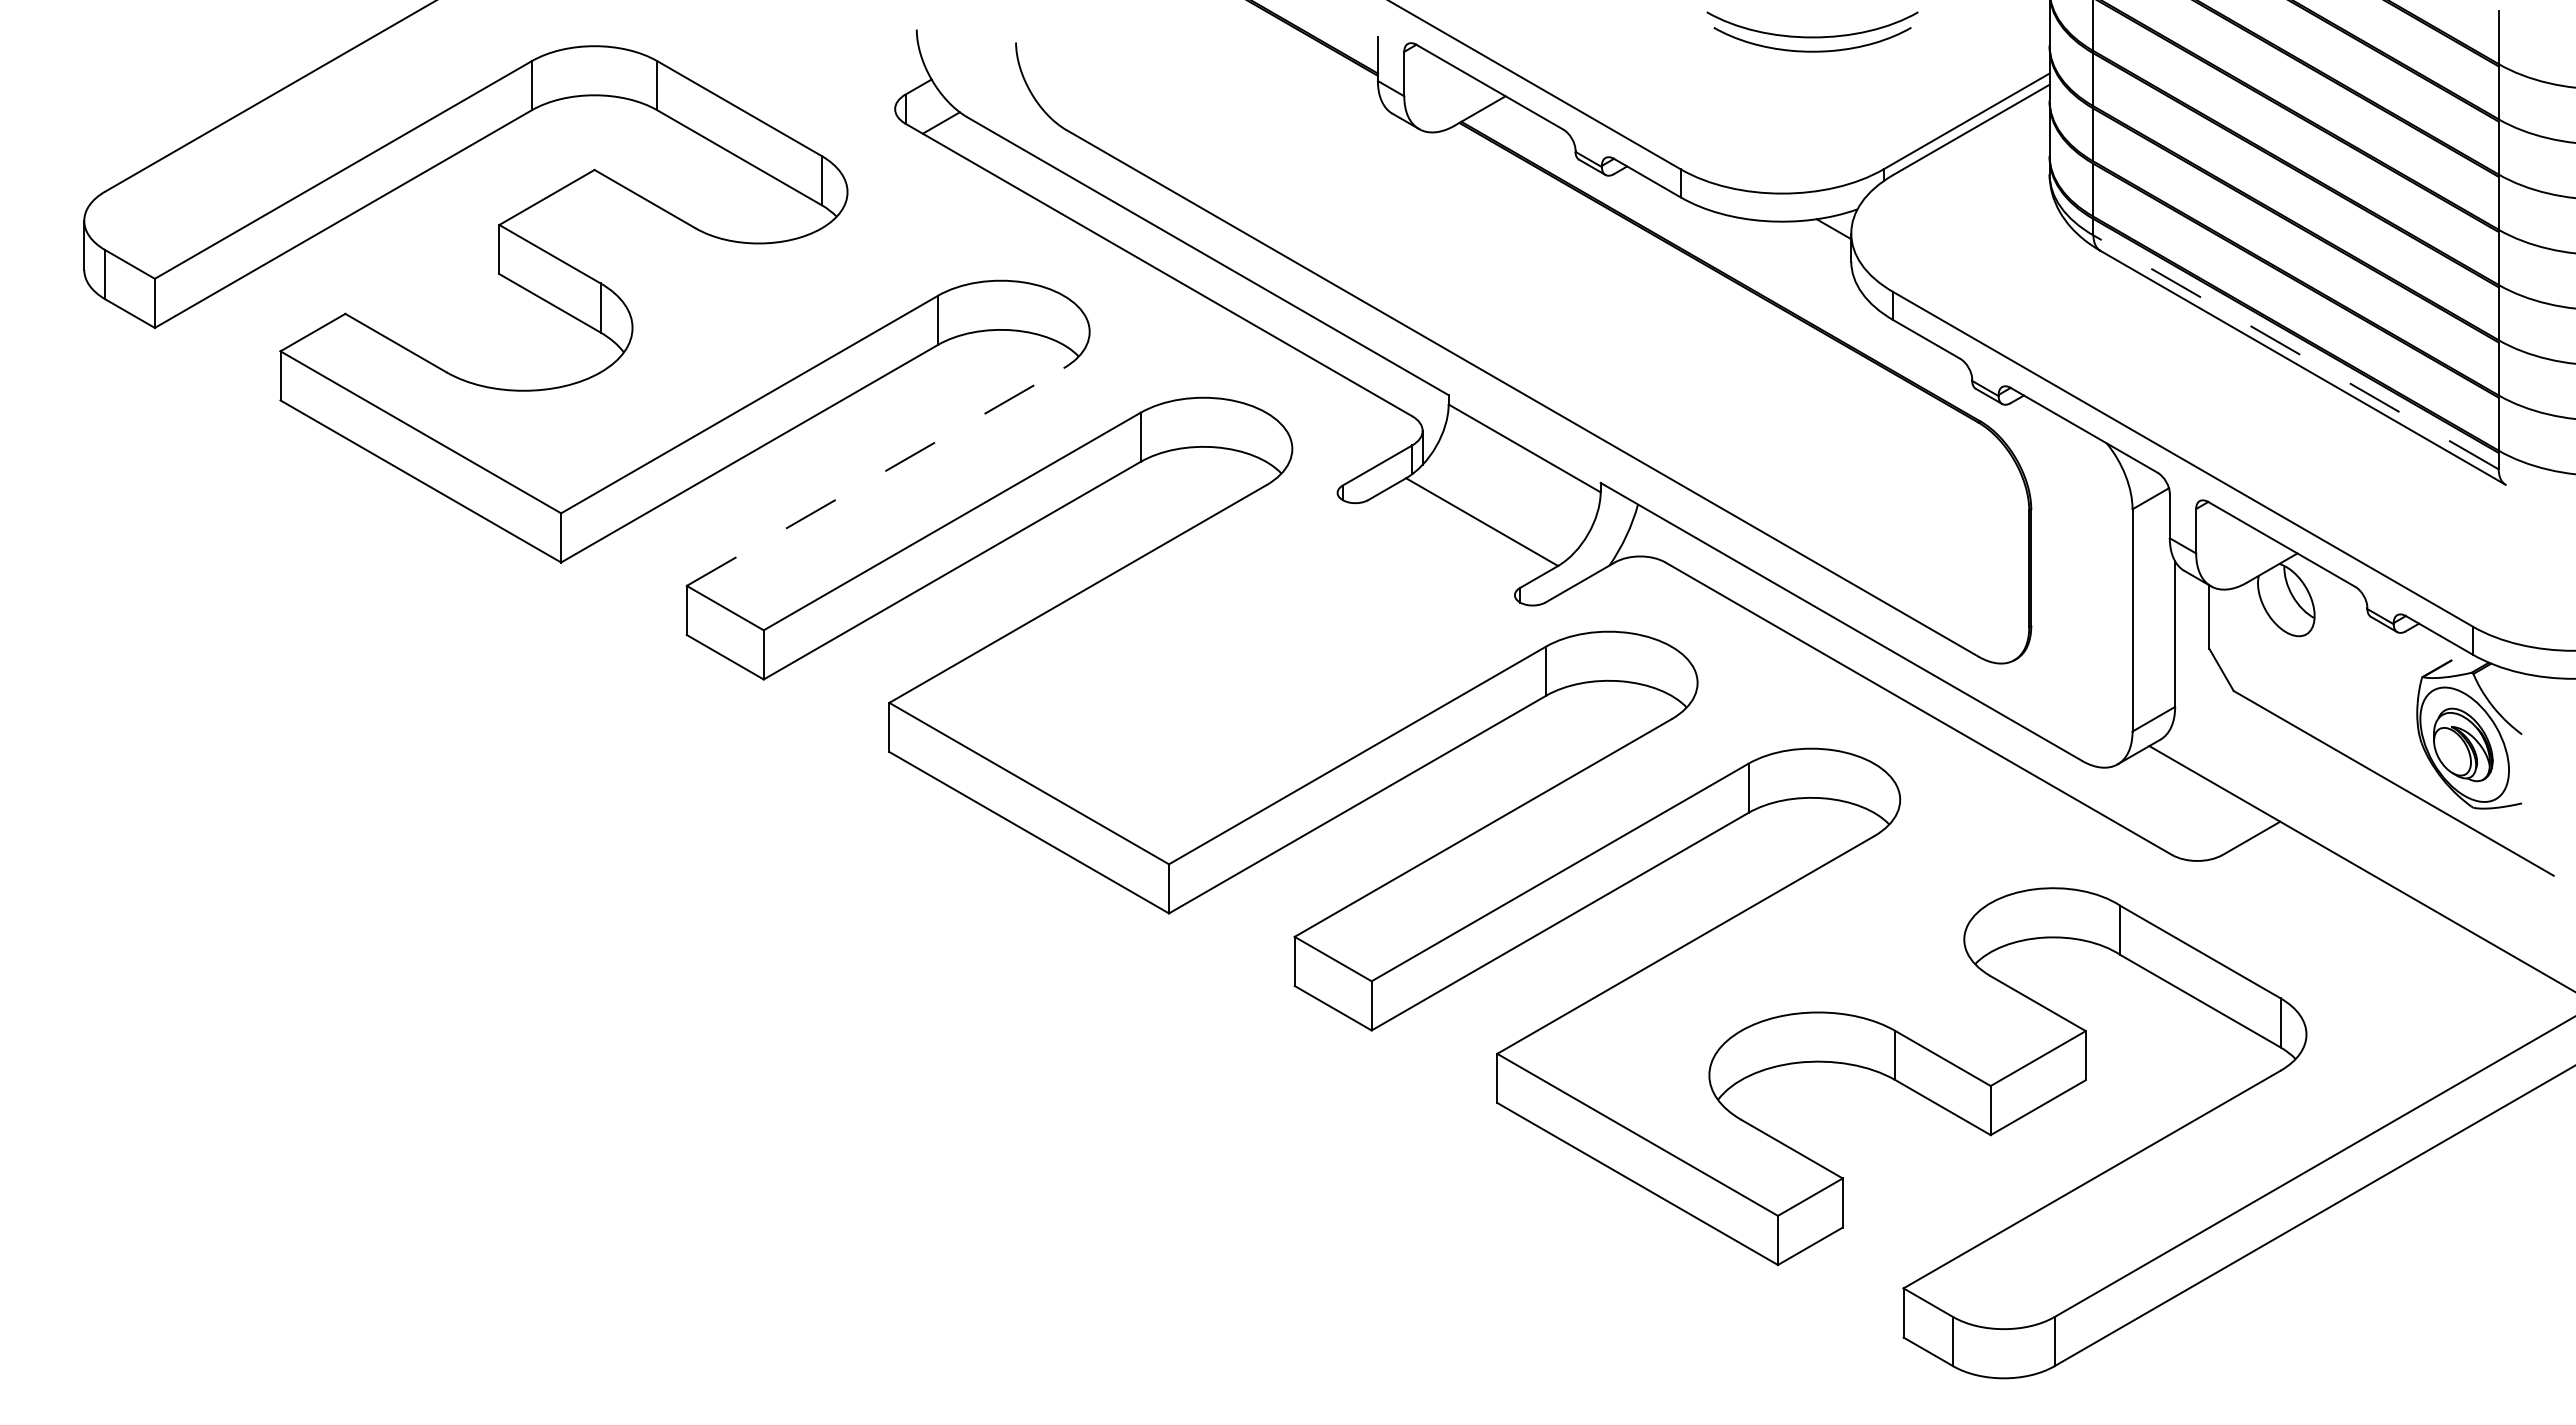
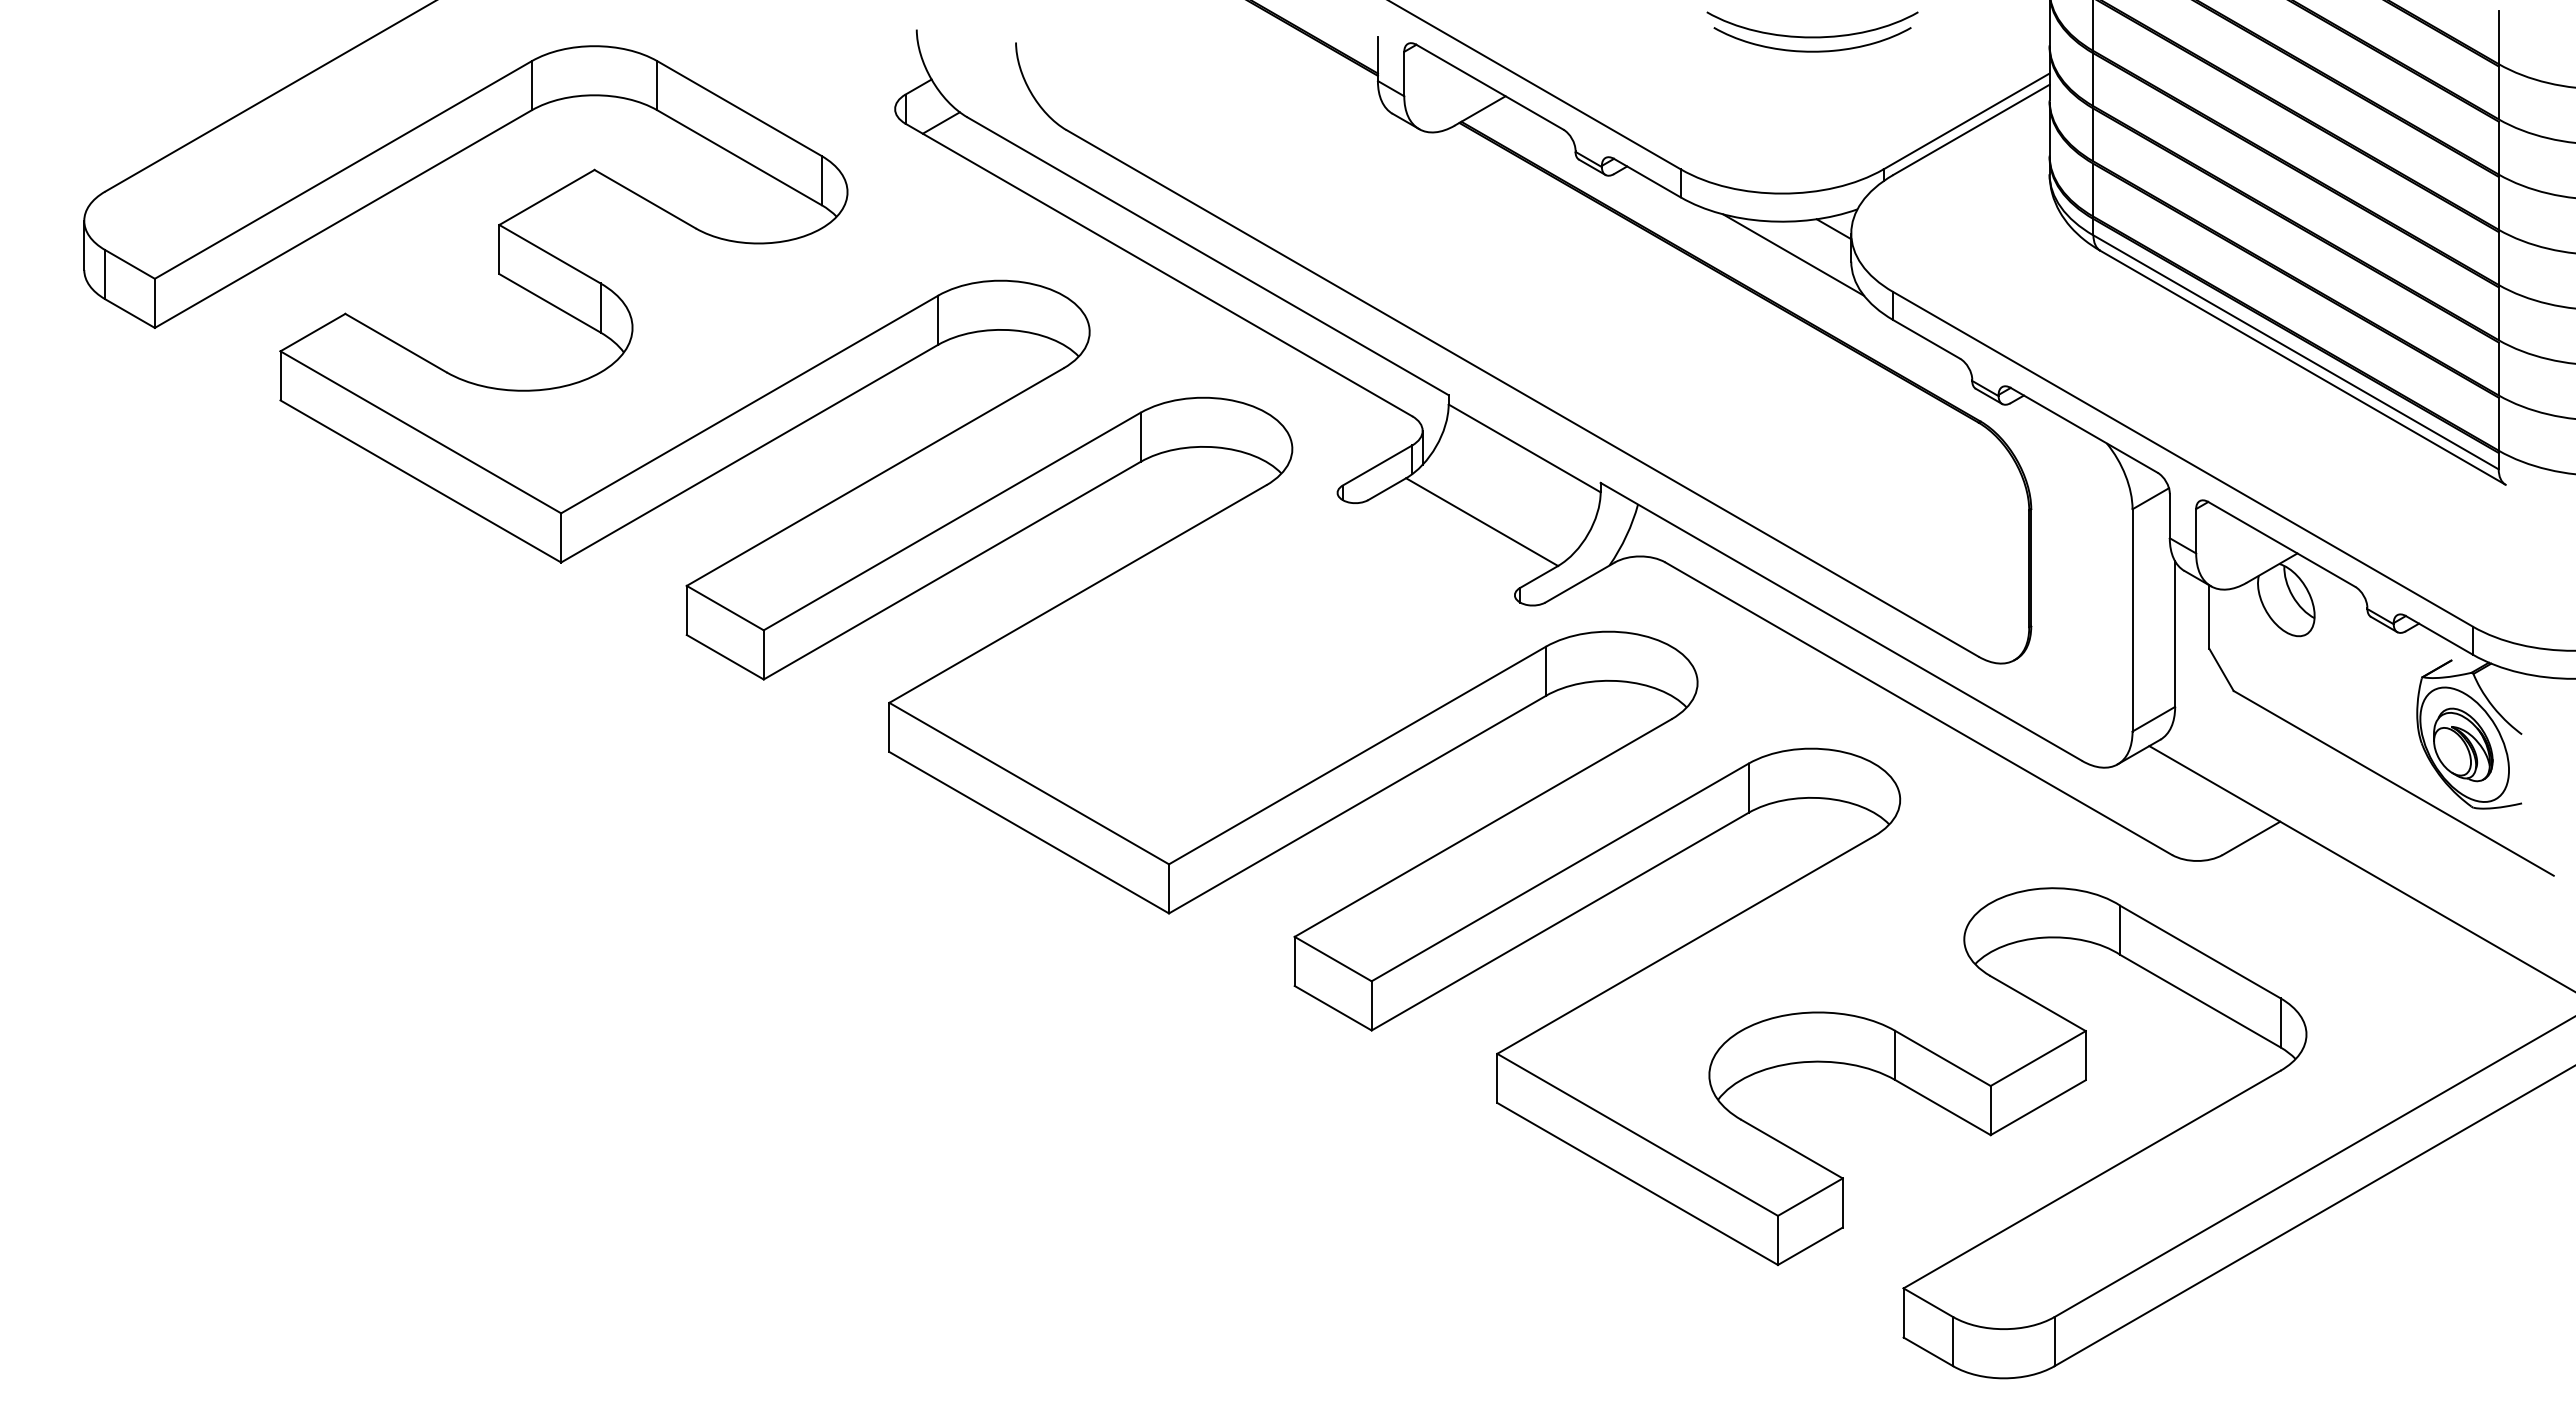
line at (1793, 254): none -> present
line at (2296, 352): dashed -> solid
line at (875, 477): dashed -> solid
